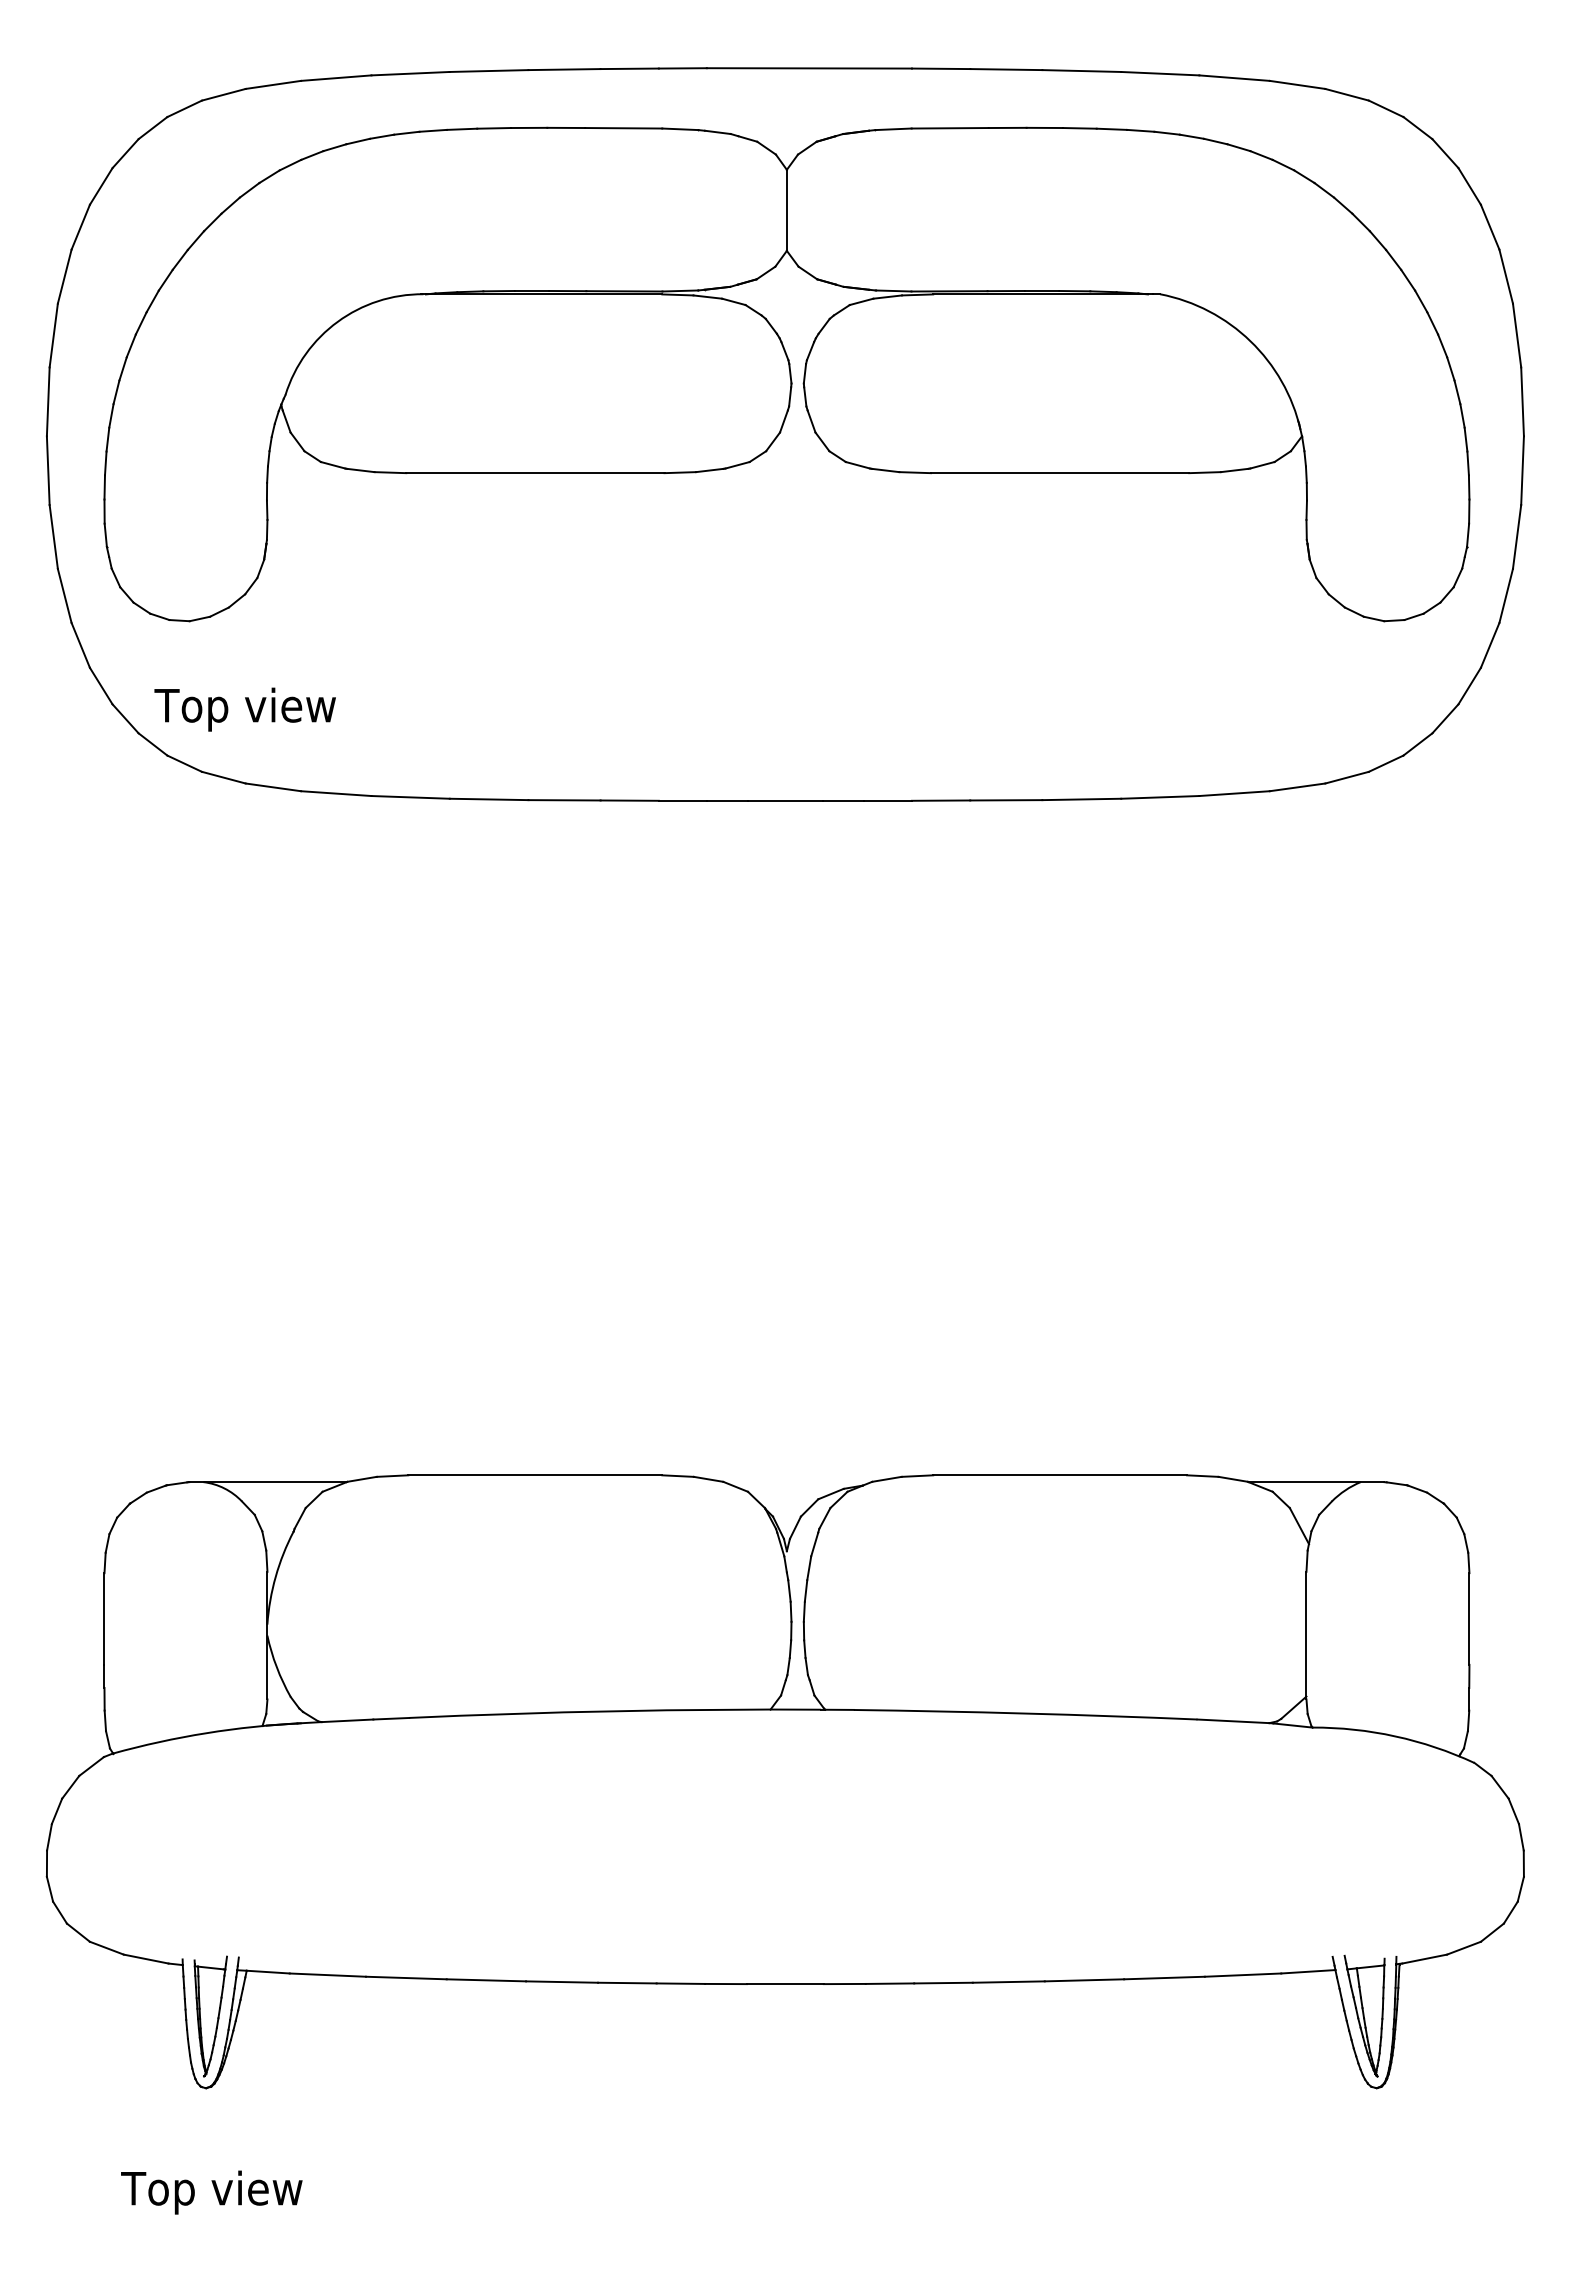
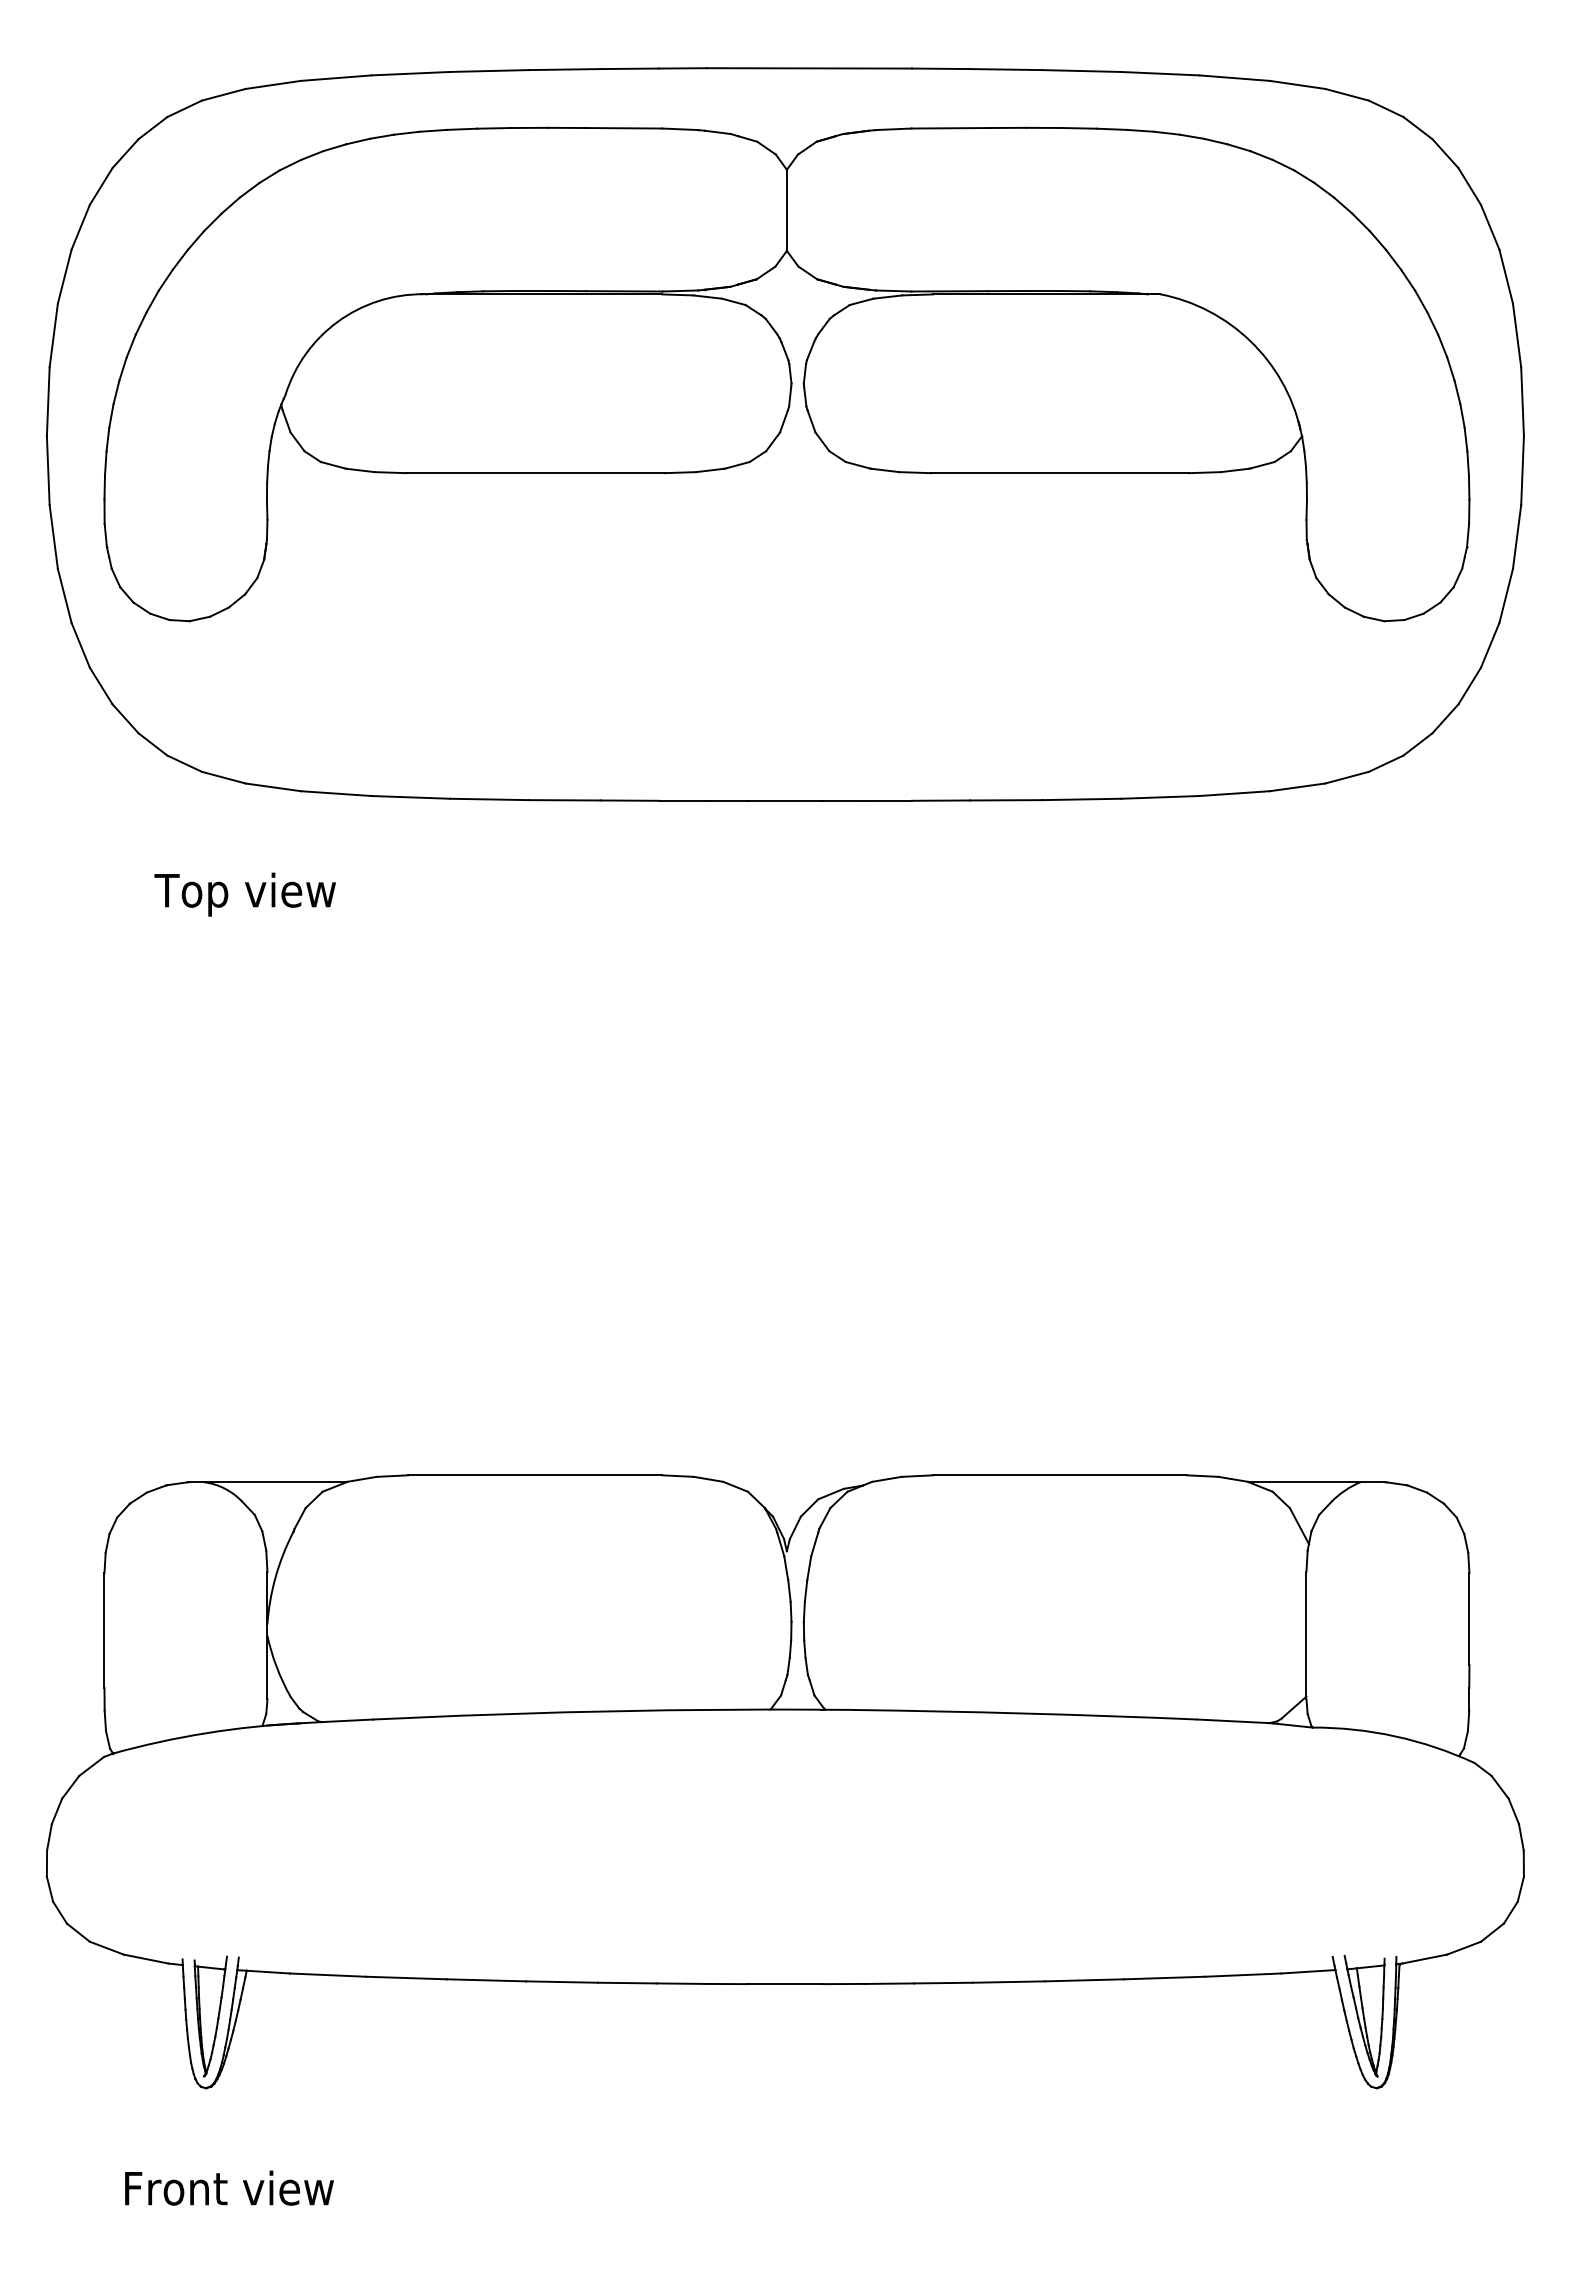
text at (244, 709) position: (244, 709) -> (244, 894)
text at (227, 2192): Top view -> Front view
